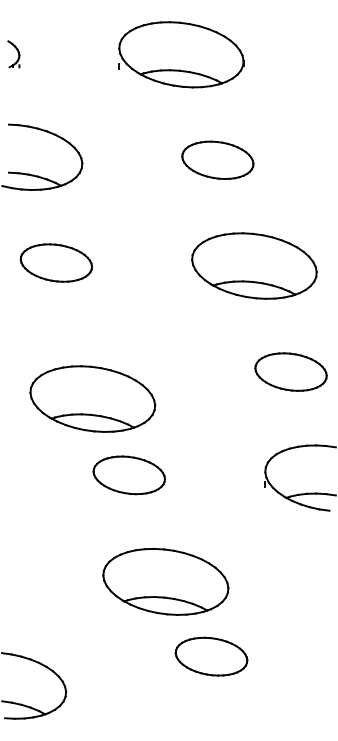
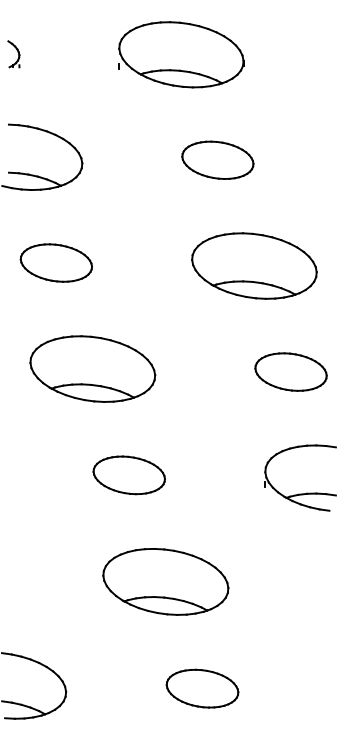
part at (92, 398) position: (92, 398) -> (92, 368)
part at (211, 656) position: (211, 656) -> (202, 688)
